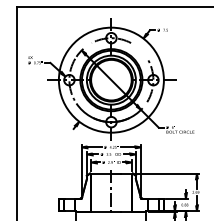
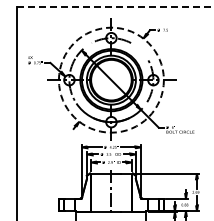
line at (115, 6): solid -> dashed
circle at (110, 79): solid -> dashed
